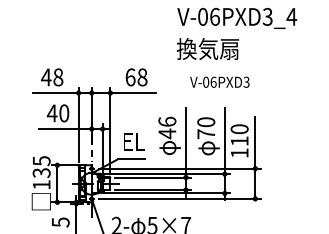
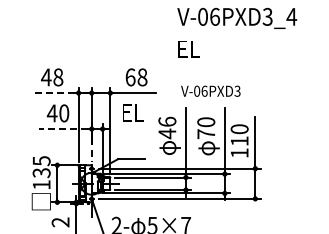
text at (207, 48): 換気扇 -> EL
text at (219, 81) position: (219, 81) -> (210, 90)
line at (53, 93): solid -> dashed
line at (63, 129): solid -> dashed
text at (134, 141) position: (134, 141) -> (133, 112)
text at (60, 222): 5 -> 2
